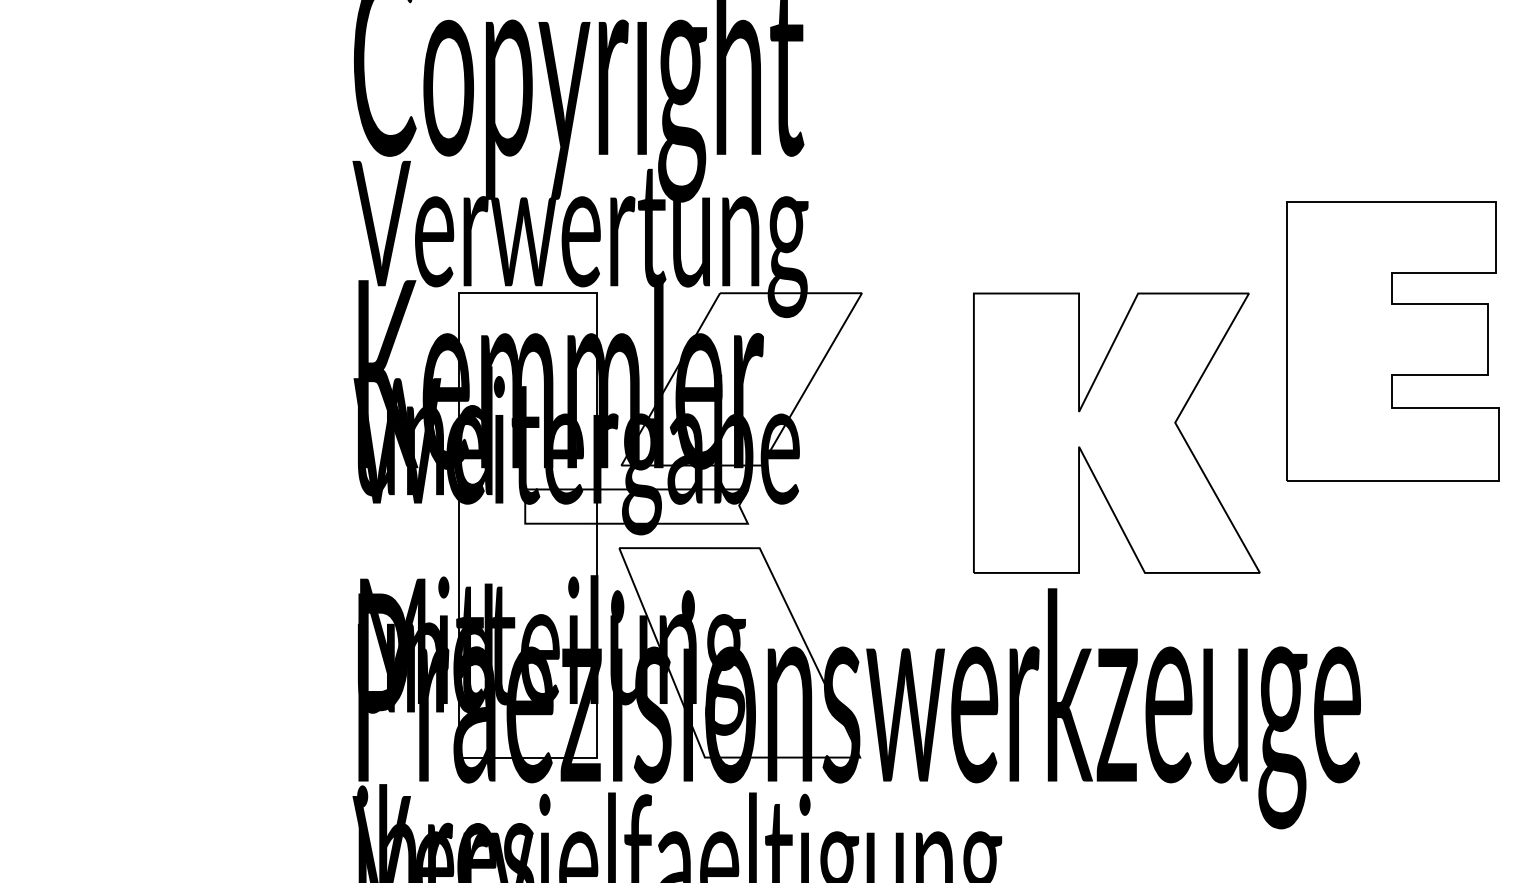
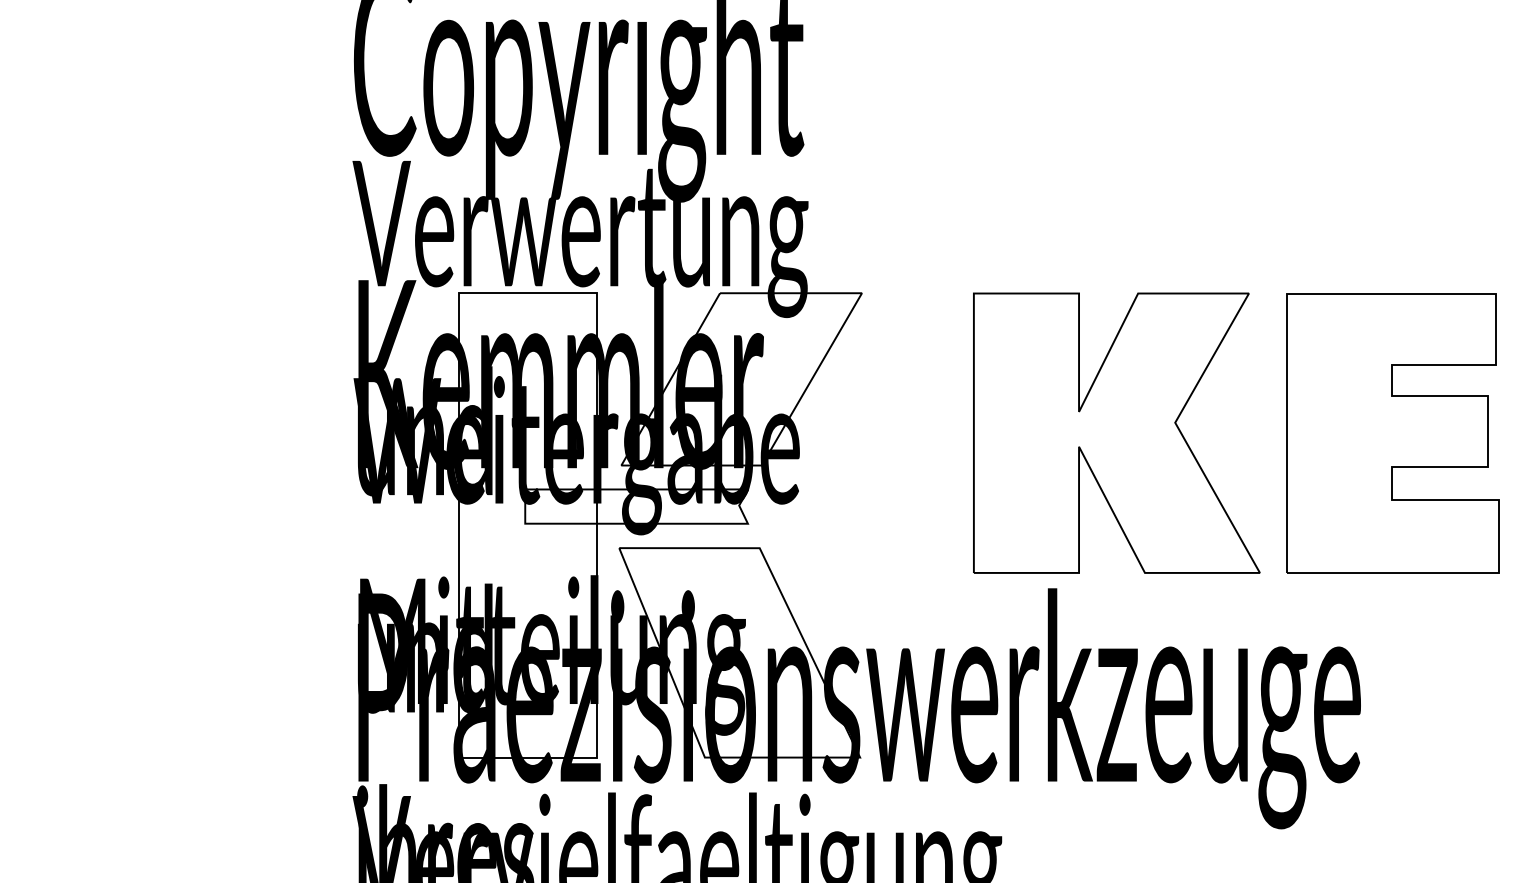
part at (1392, 341) position: (1392, 341) -> (1392, 433)
